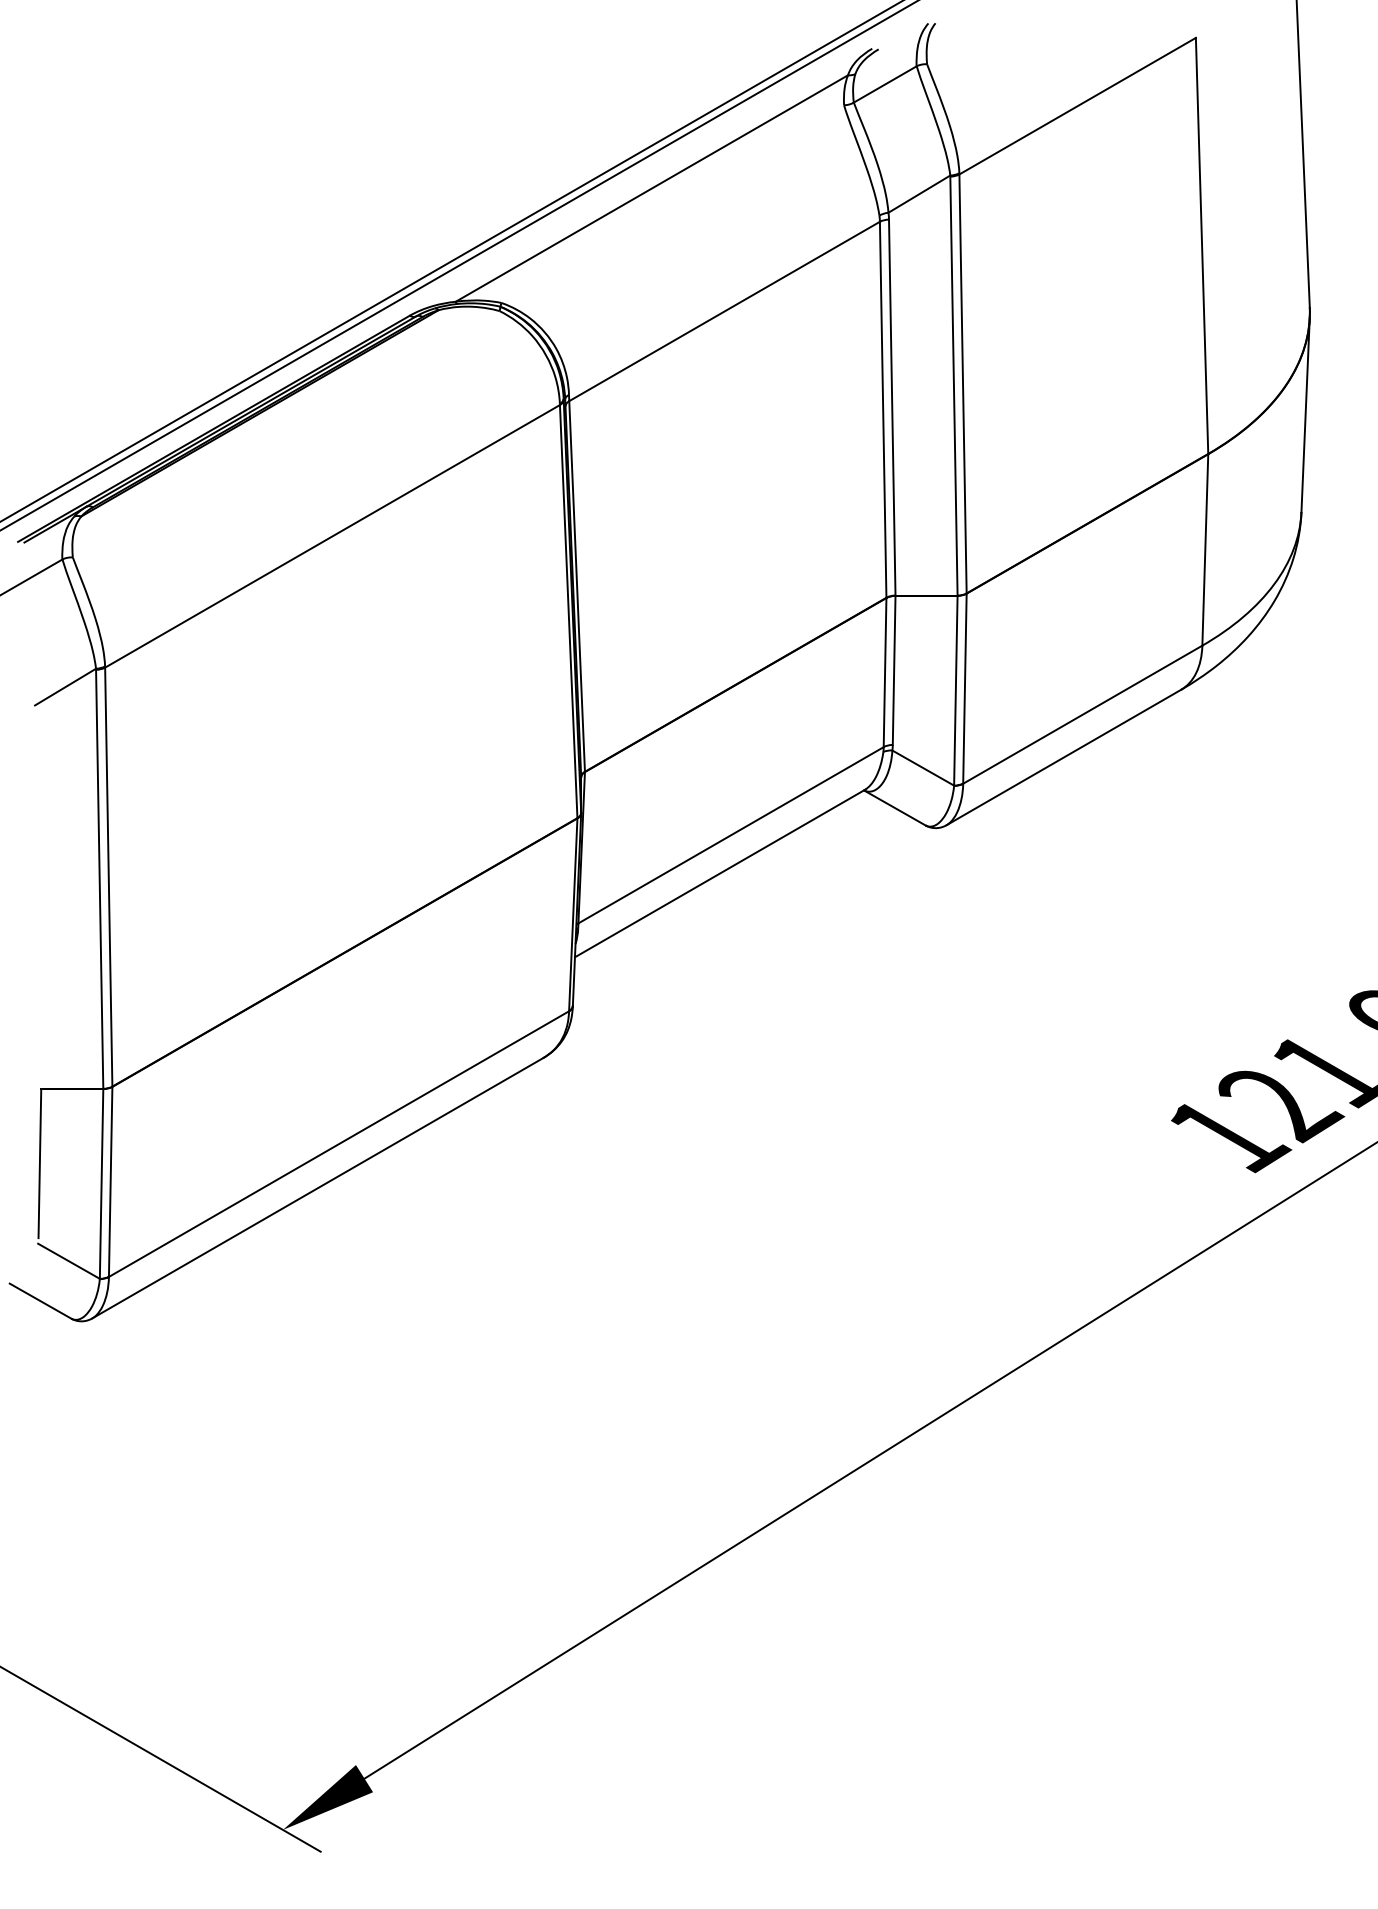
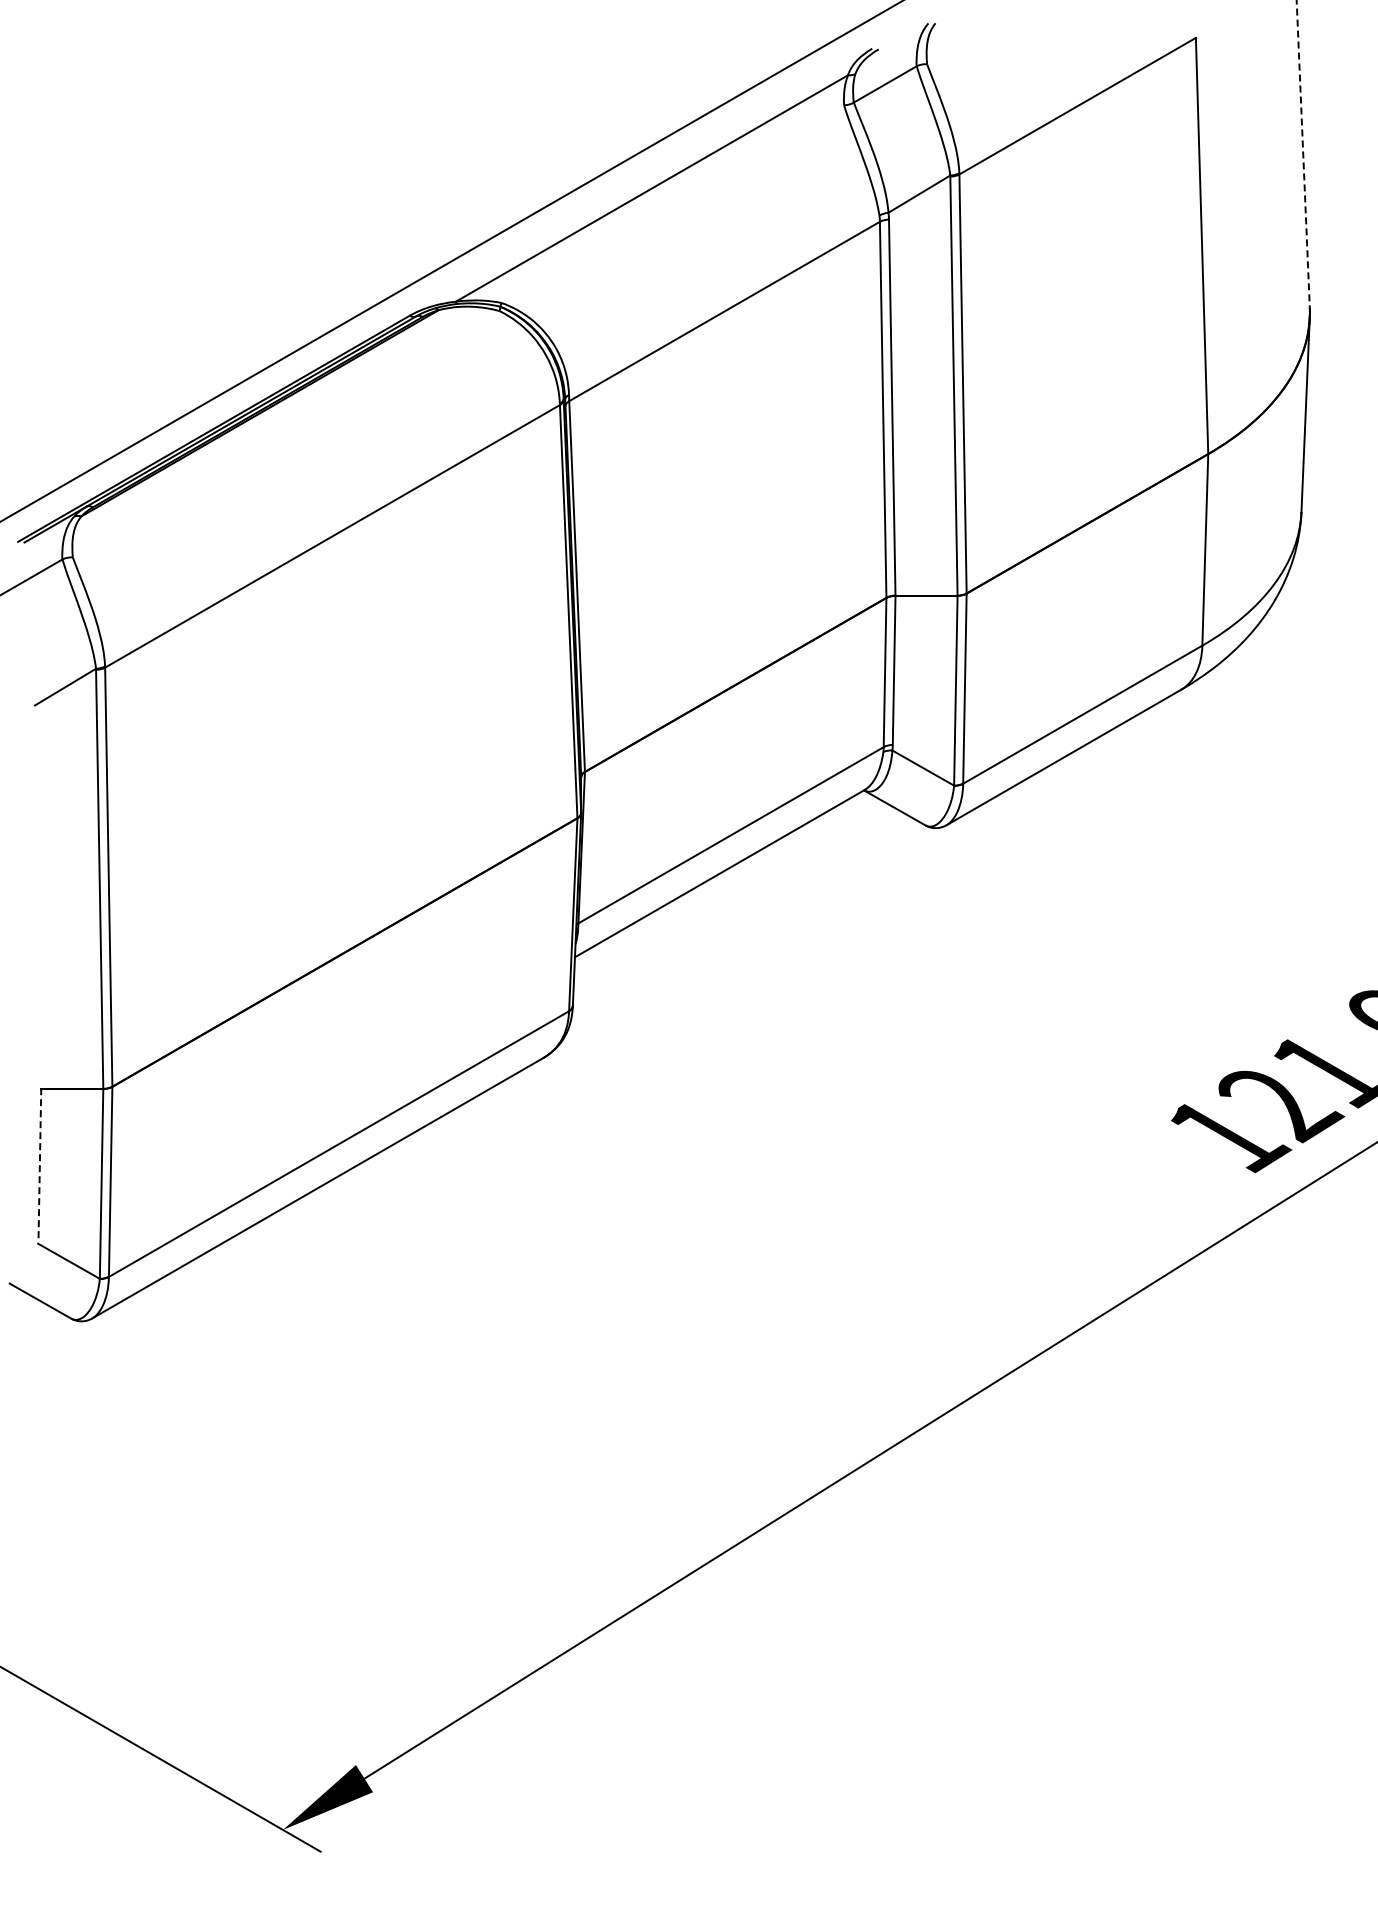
line at (1303, 153): solid -> dashed
line at (458, 265): present -> none
line at (39, 1163): solid -> dashed
